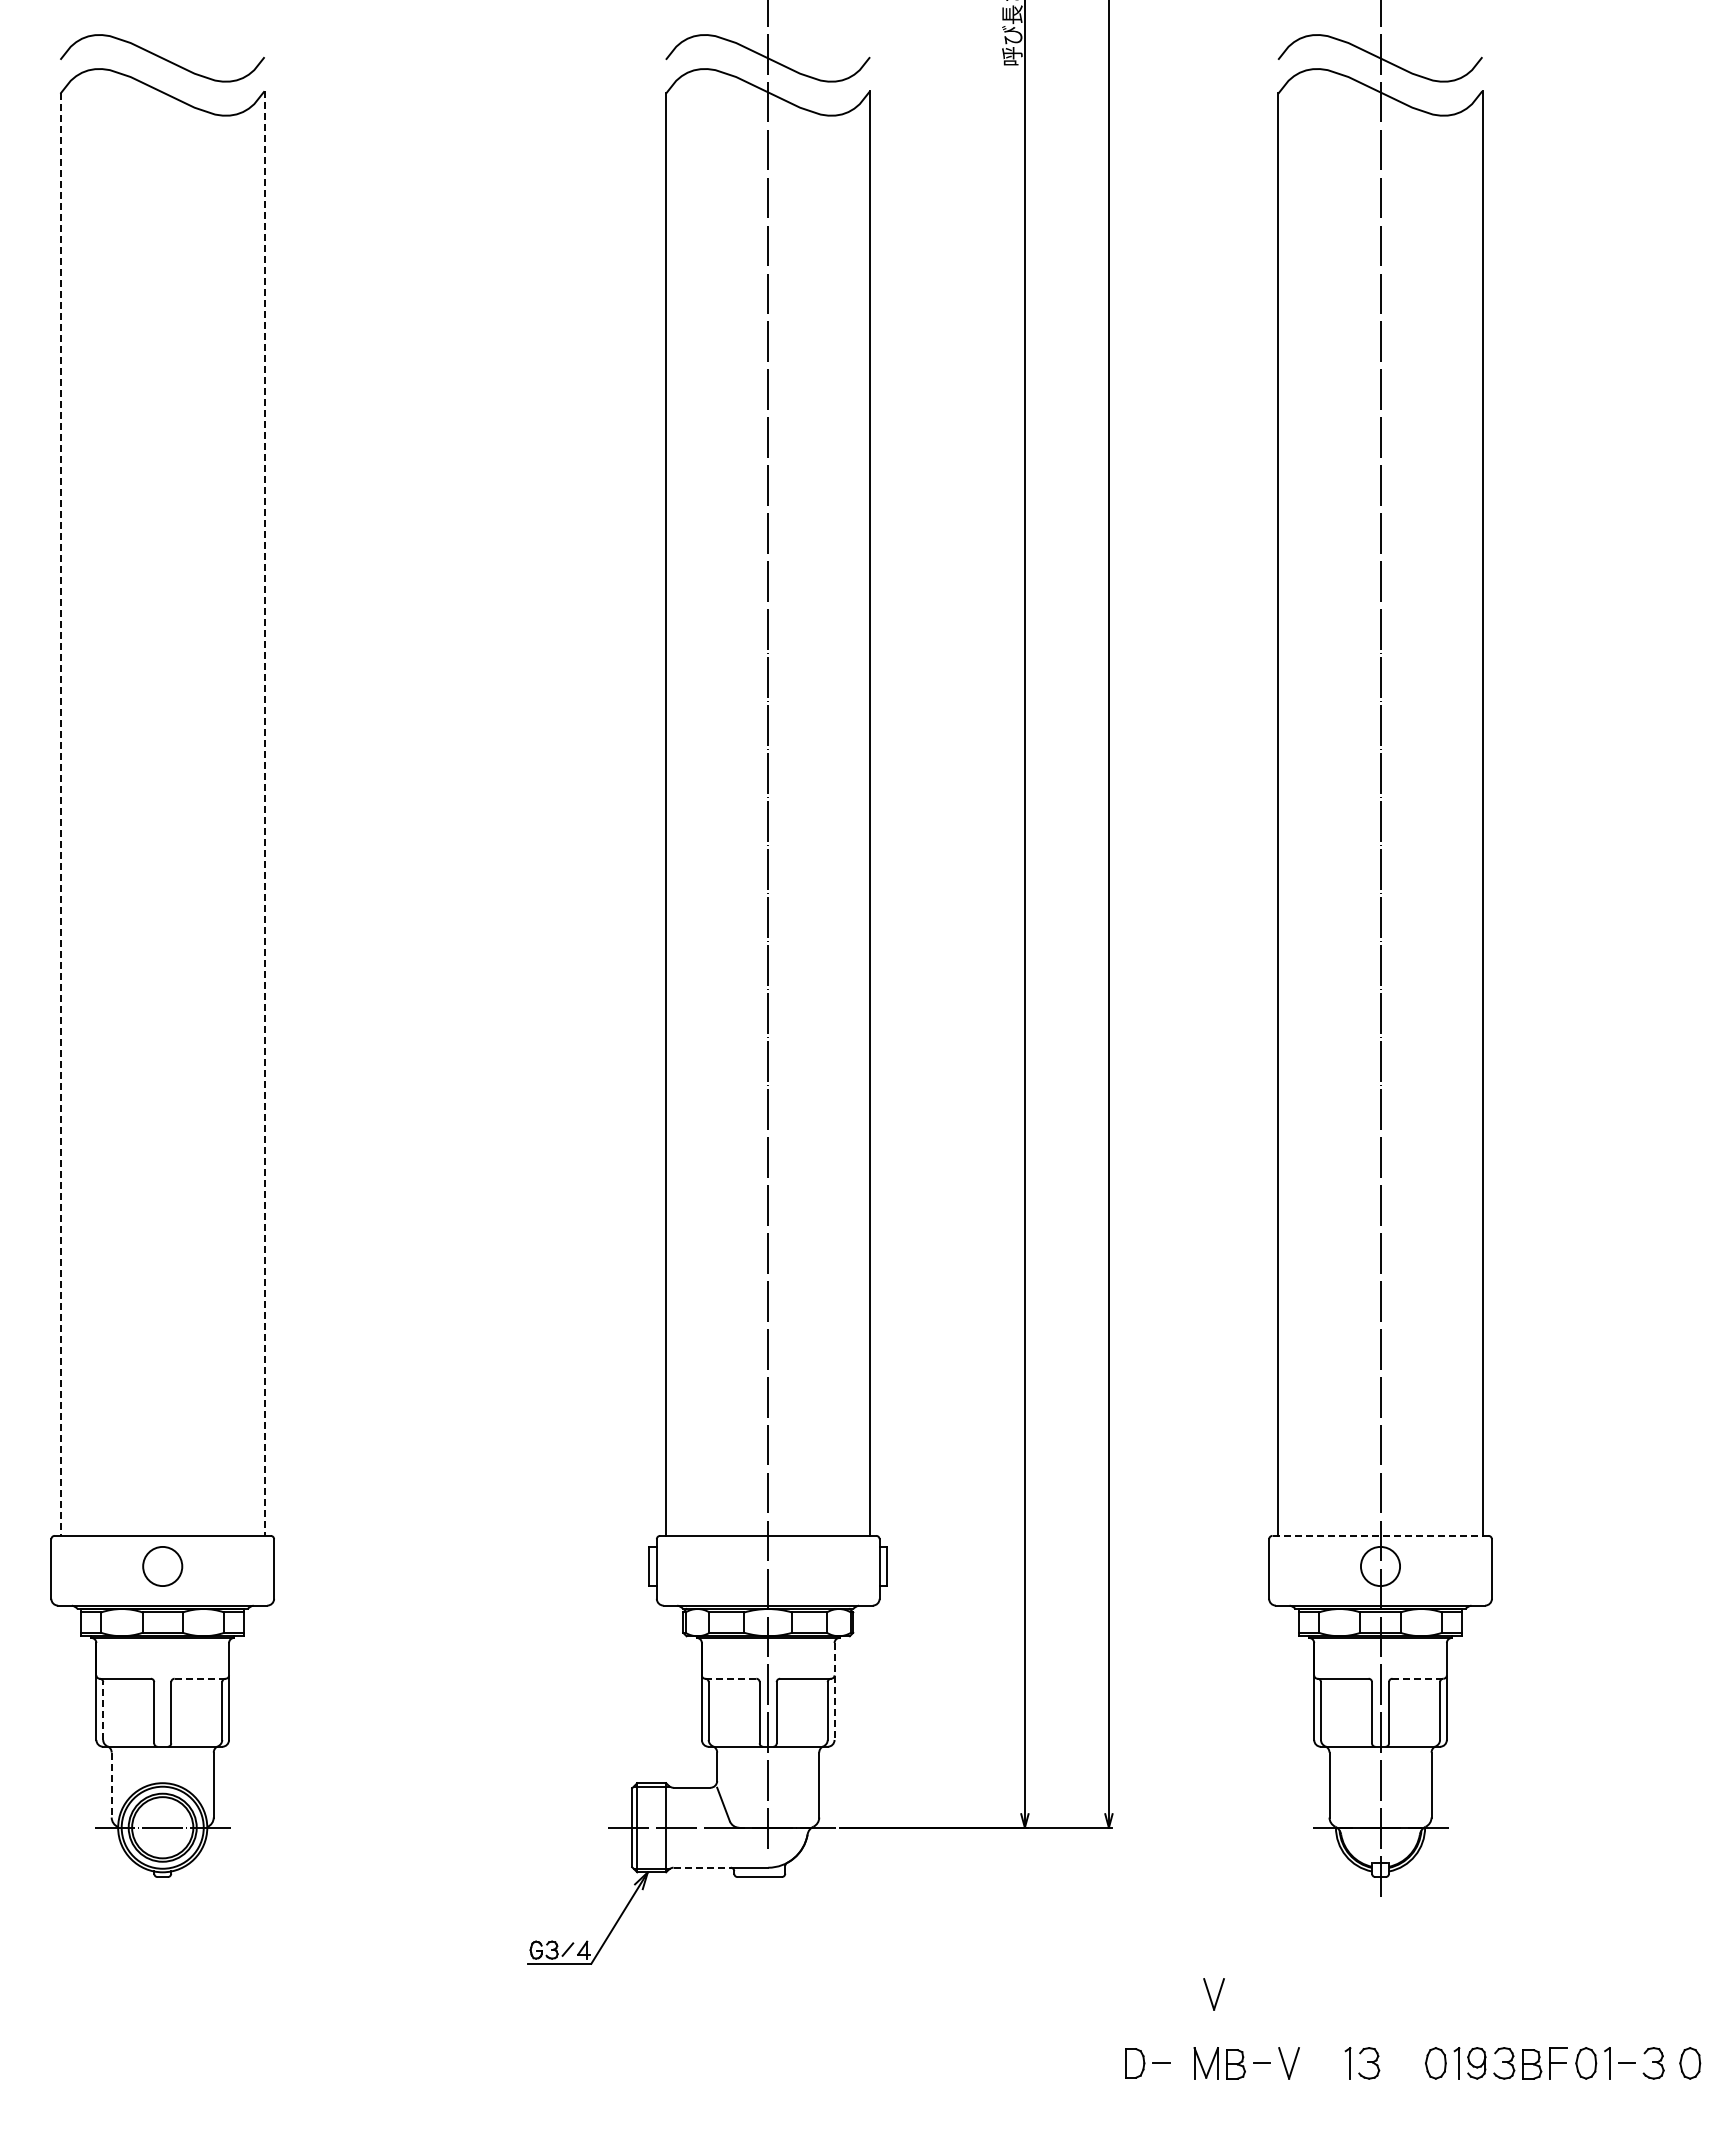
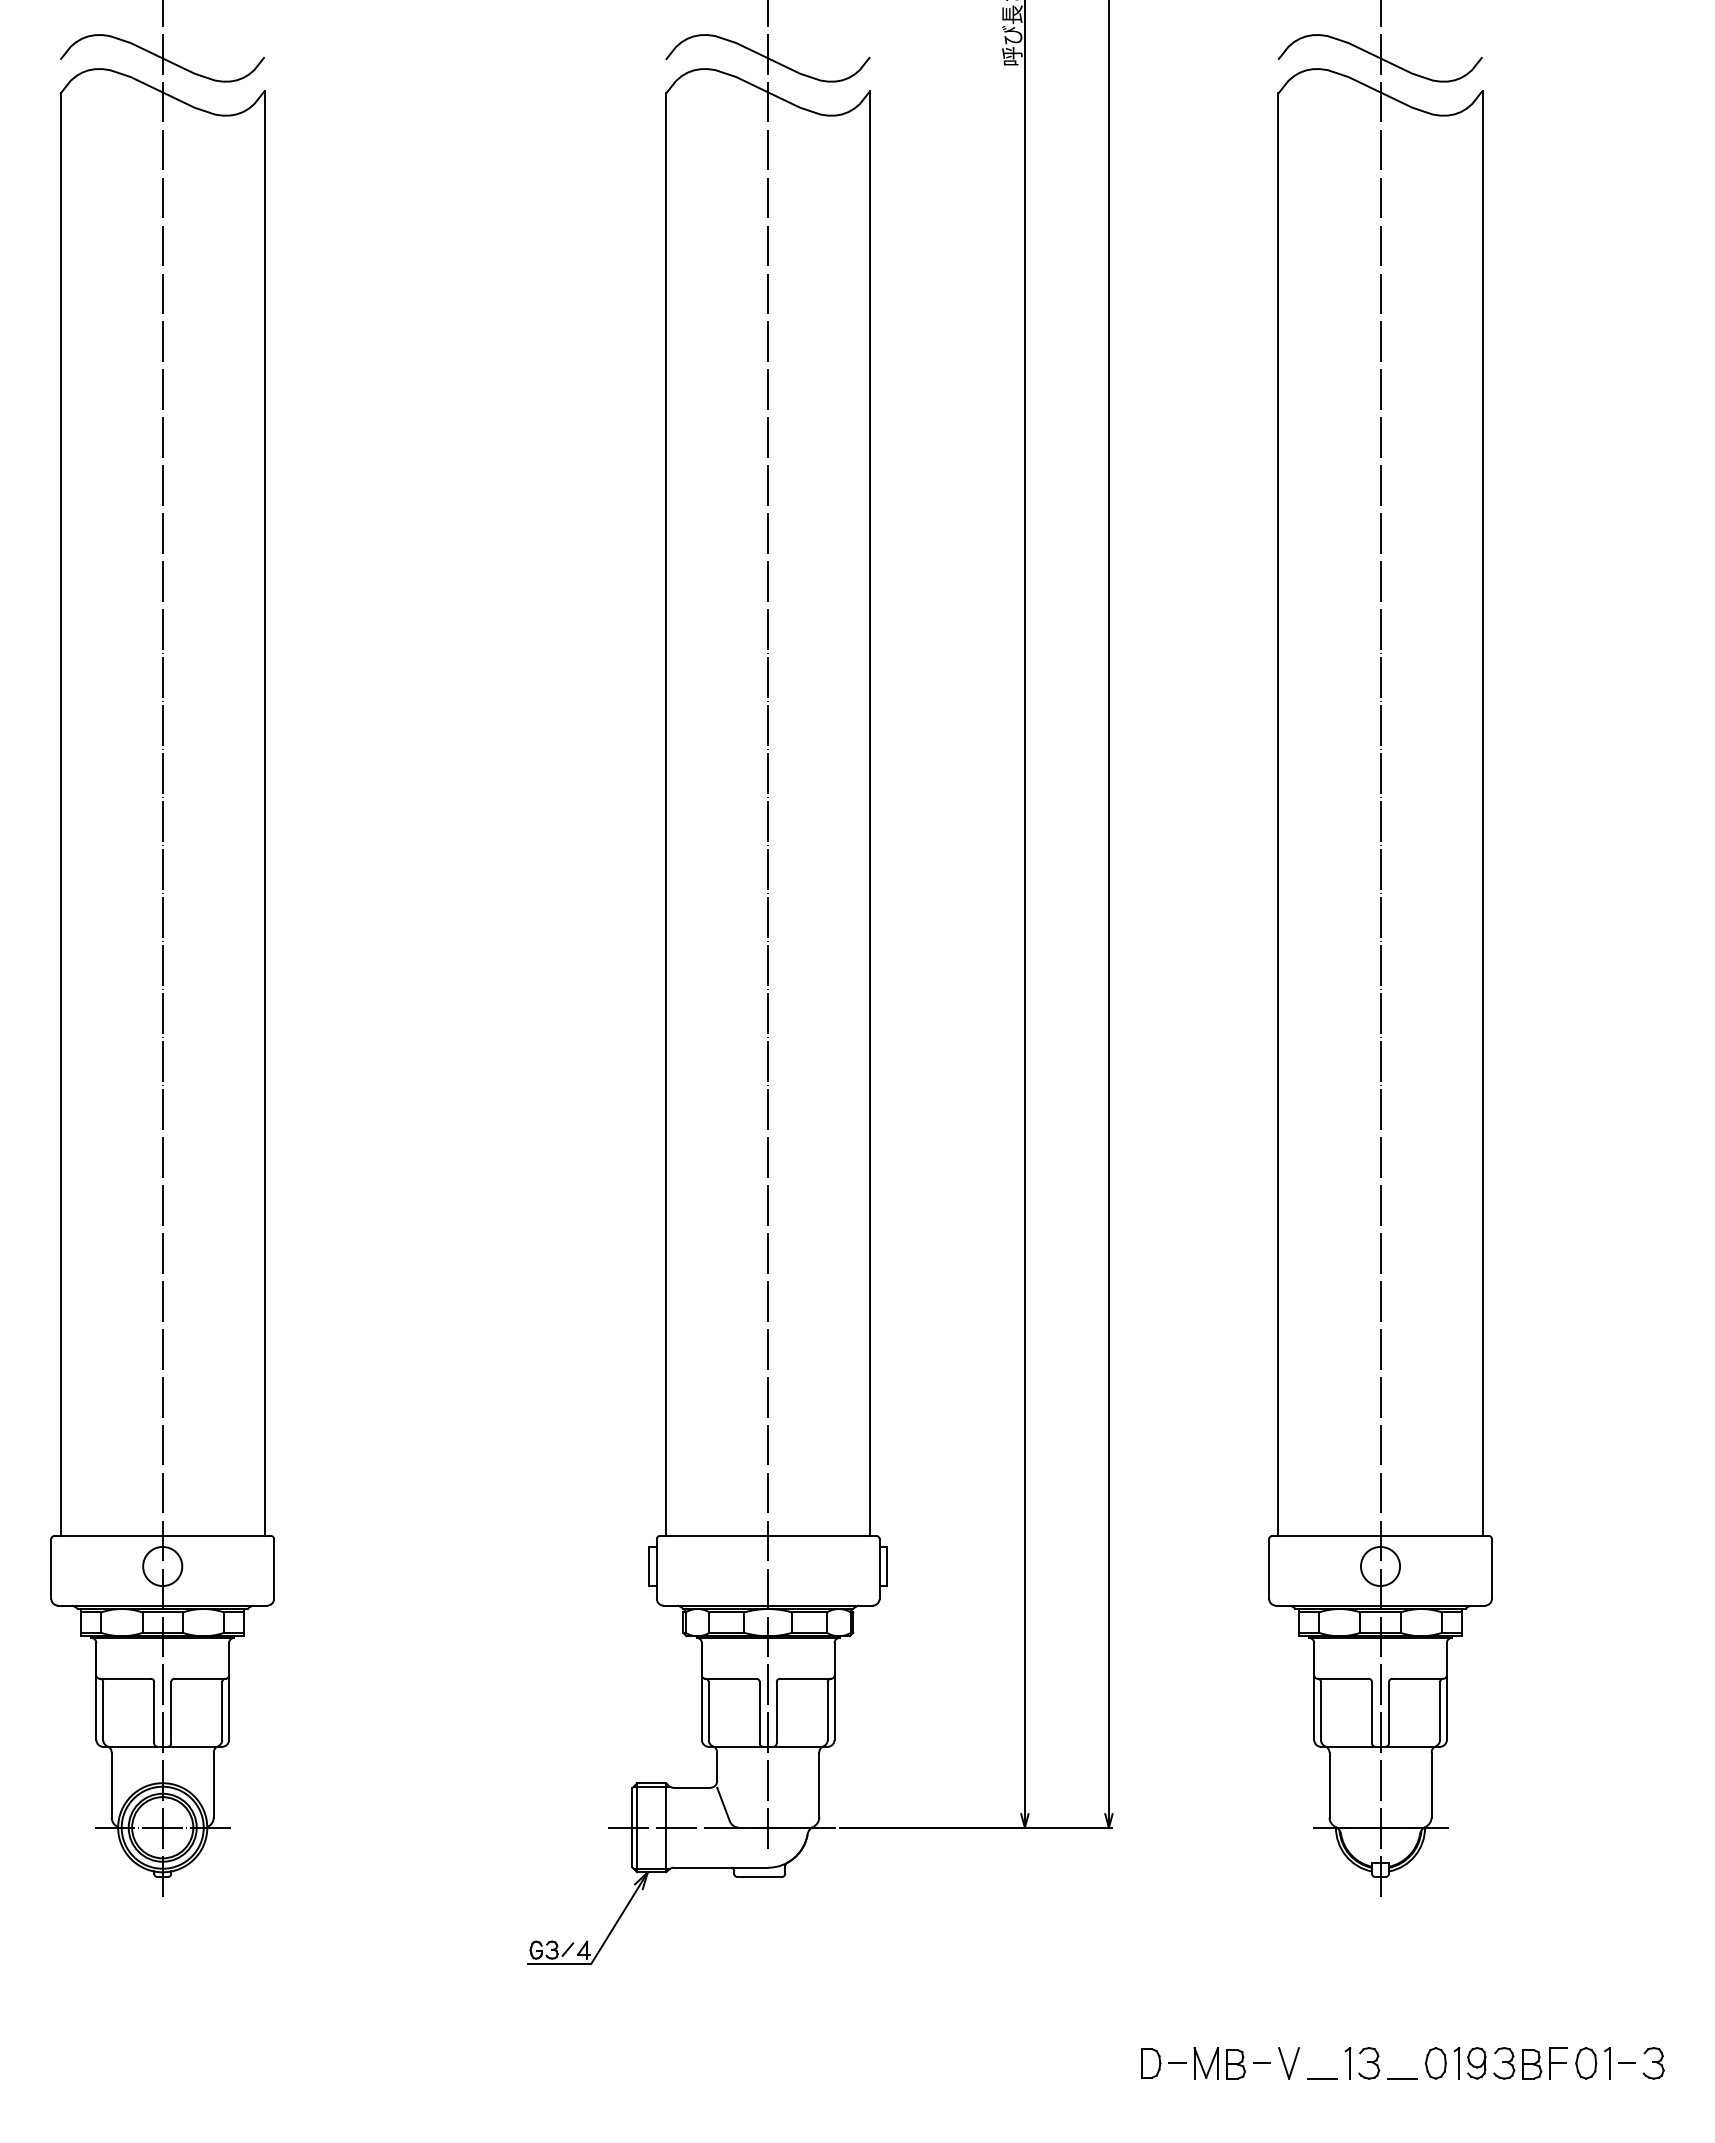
line at (264, 813): dashed -> solid
line at (60, 815): dashed -> solid
line at (162, 951): none -> present
line at (1380, 1535): dashed -> solid
line at (200, 1678): dashed -> solid
line at (730, 1678): dashed -> solid
line at (1417, 1678): dashed -> solid
line at (834, 1692): dashed -> solid
line at (103, 1711): dashed -> solid
line at (111, 1785): dashed -> solid
line at (702, 1867): dashed -> solid
part at (1213, 1994): present -> none
part at (1147, 2063) position: (1147, 2063) -> (1163, 2063)
part at (1690, 2063): present -> none
line at (1321, 2078): none -> present
line at (1402, 2078): none -> present
